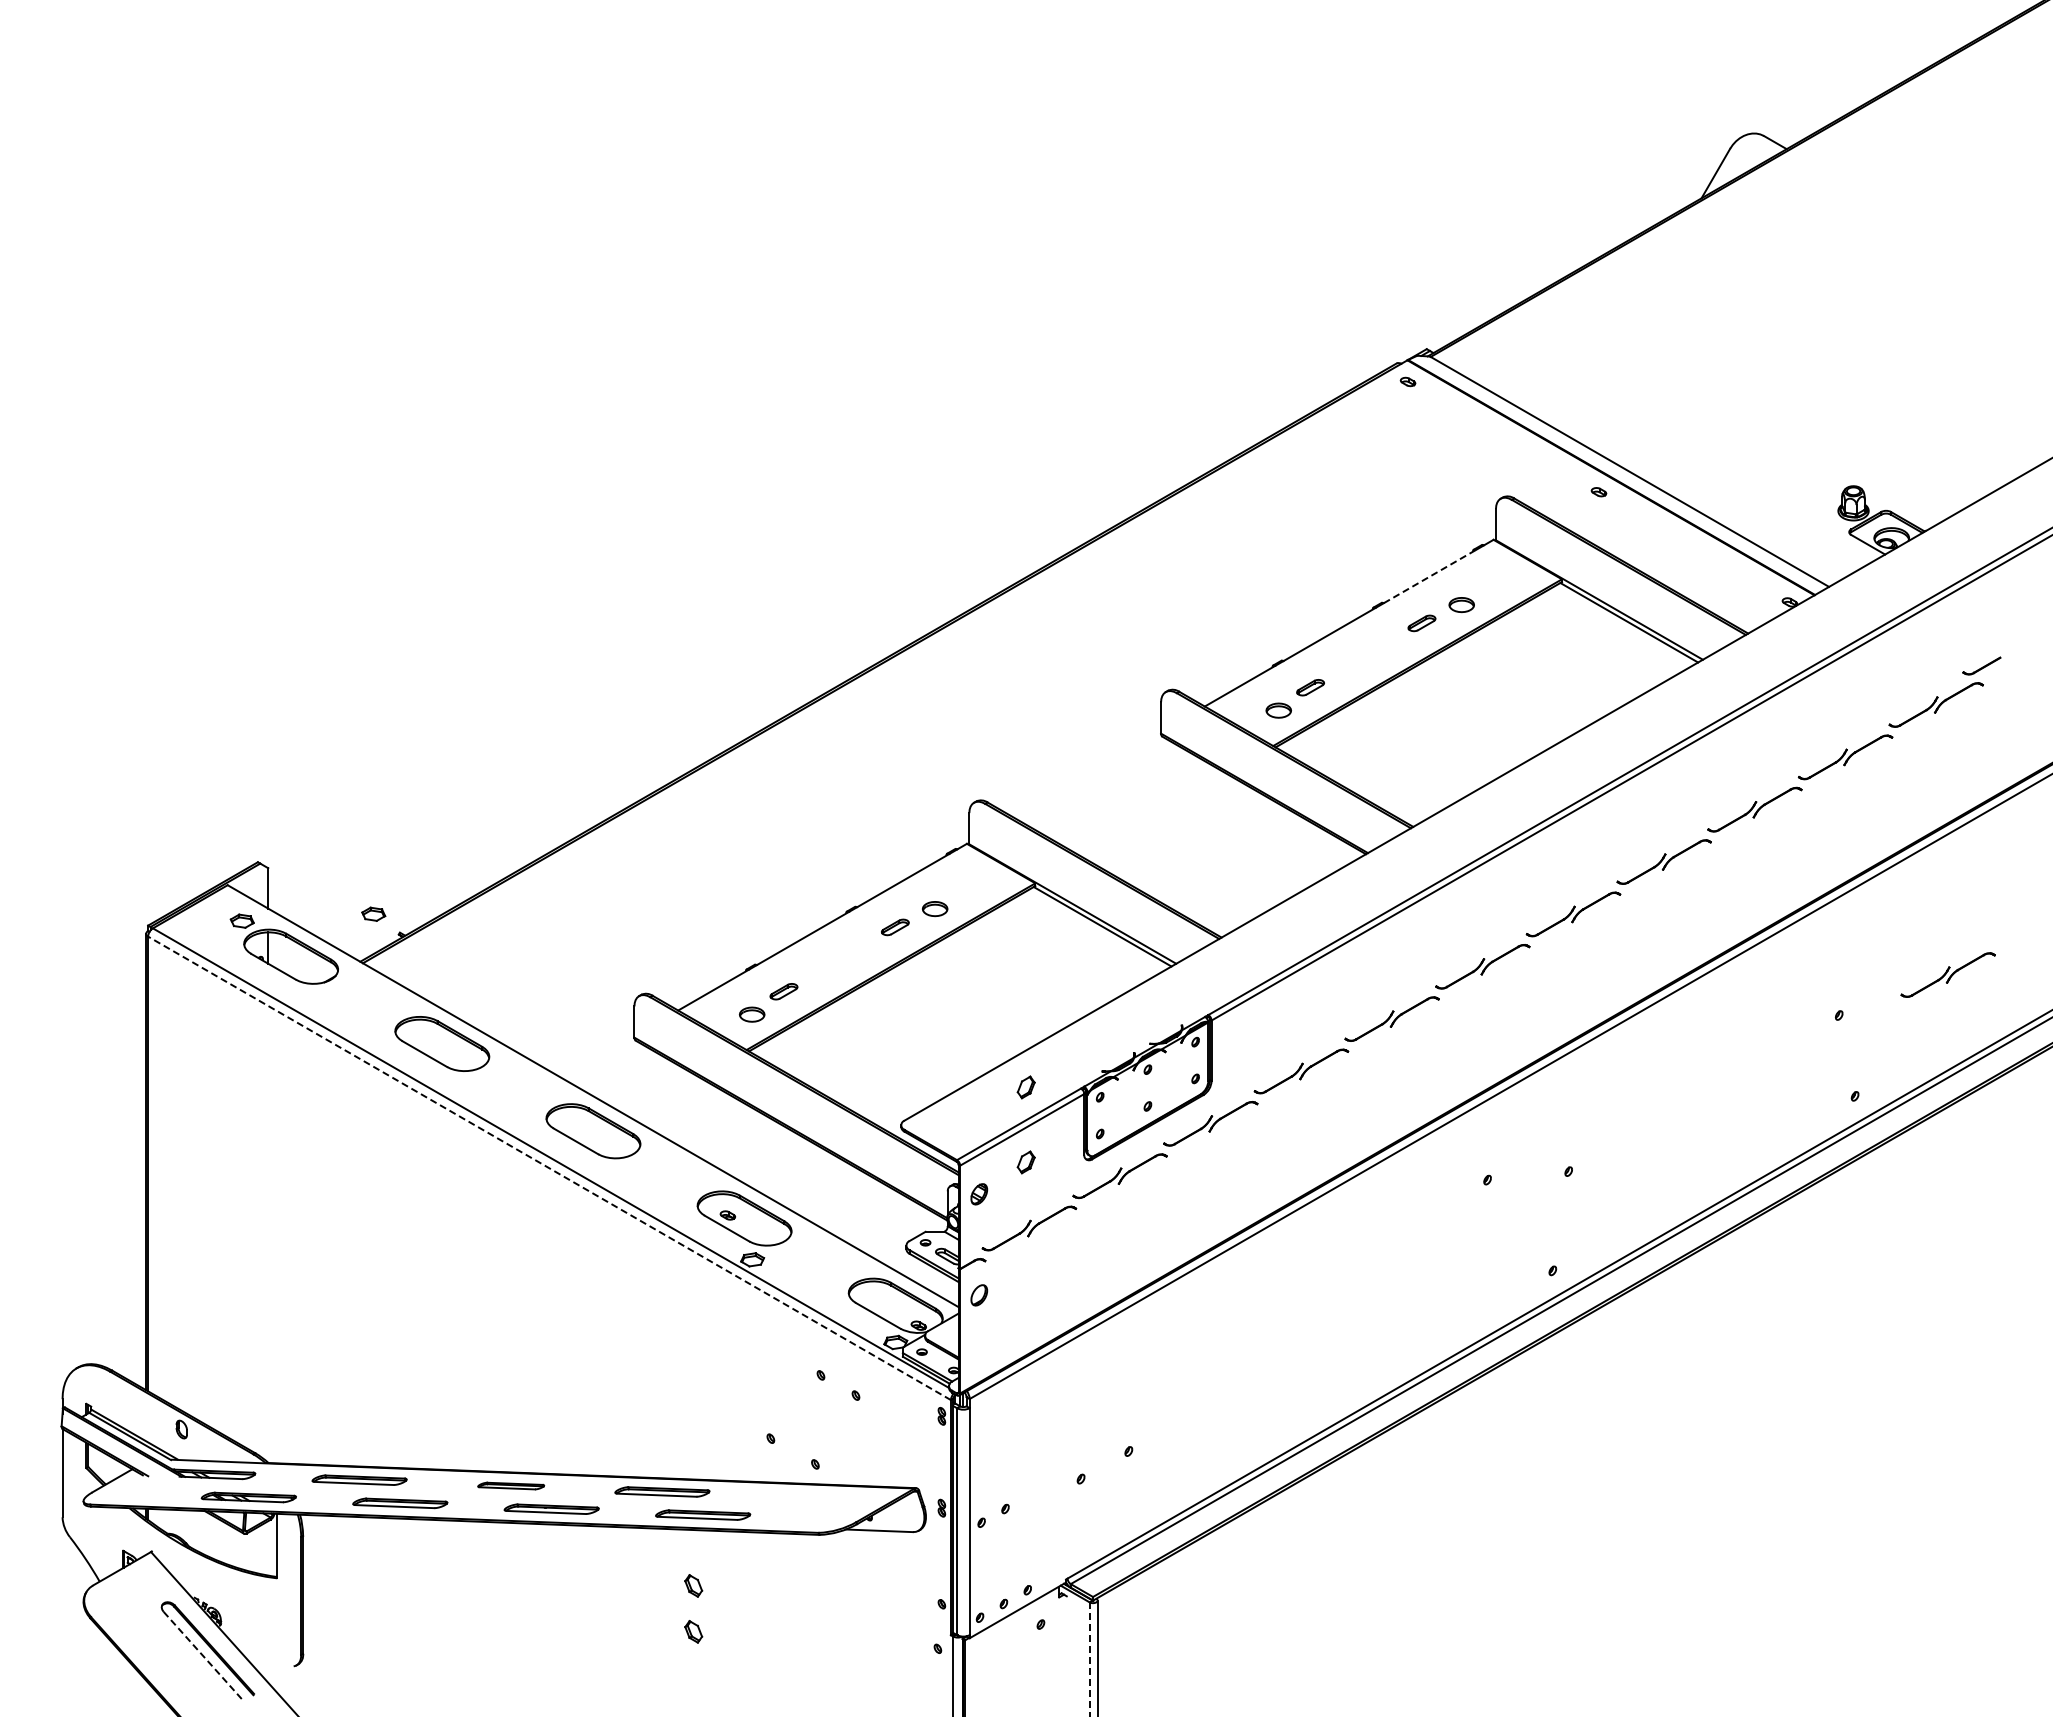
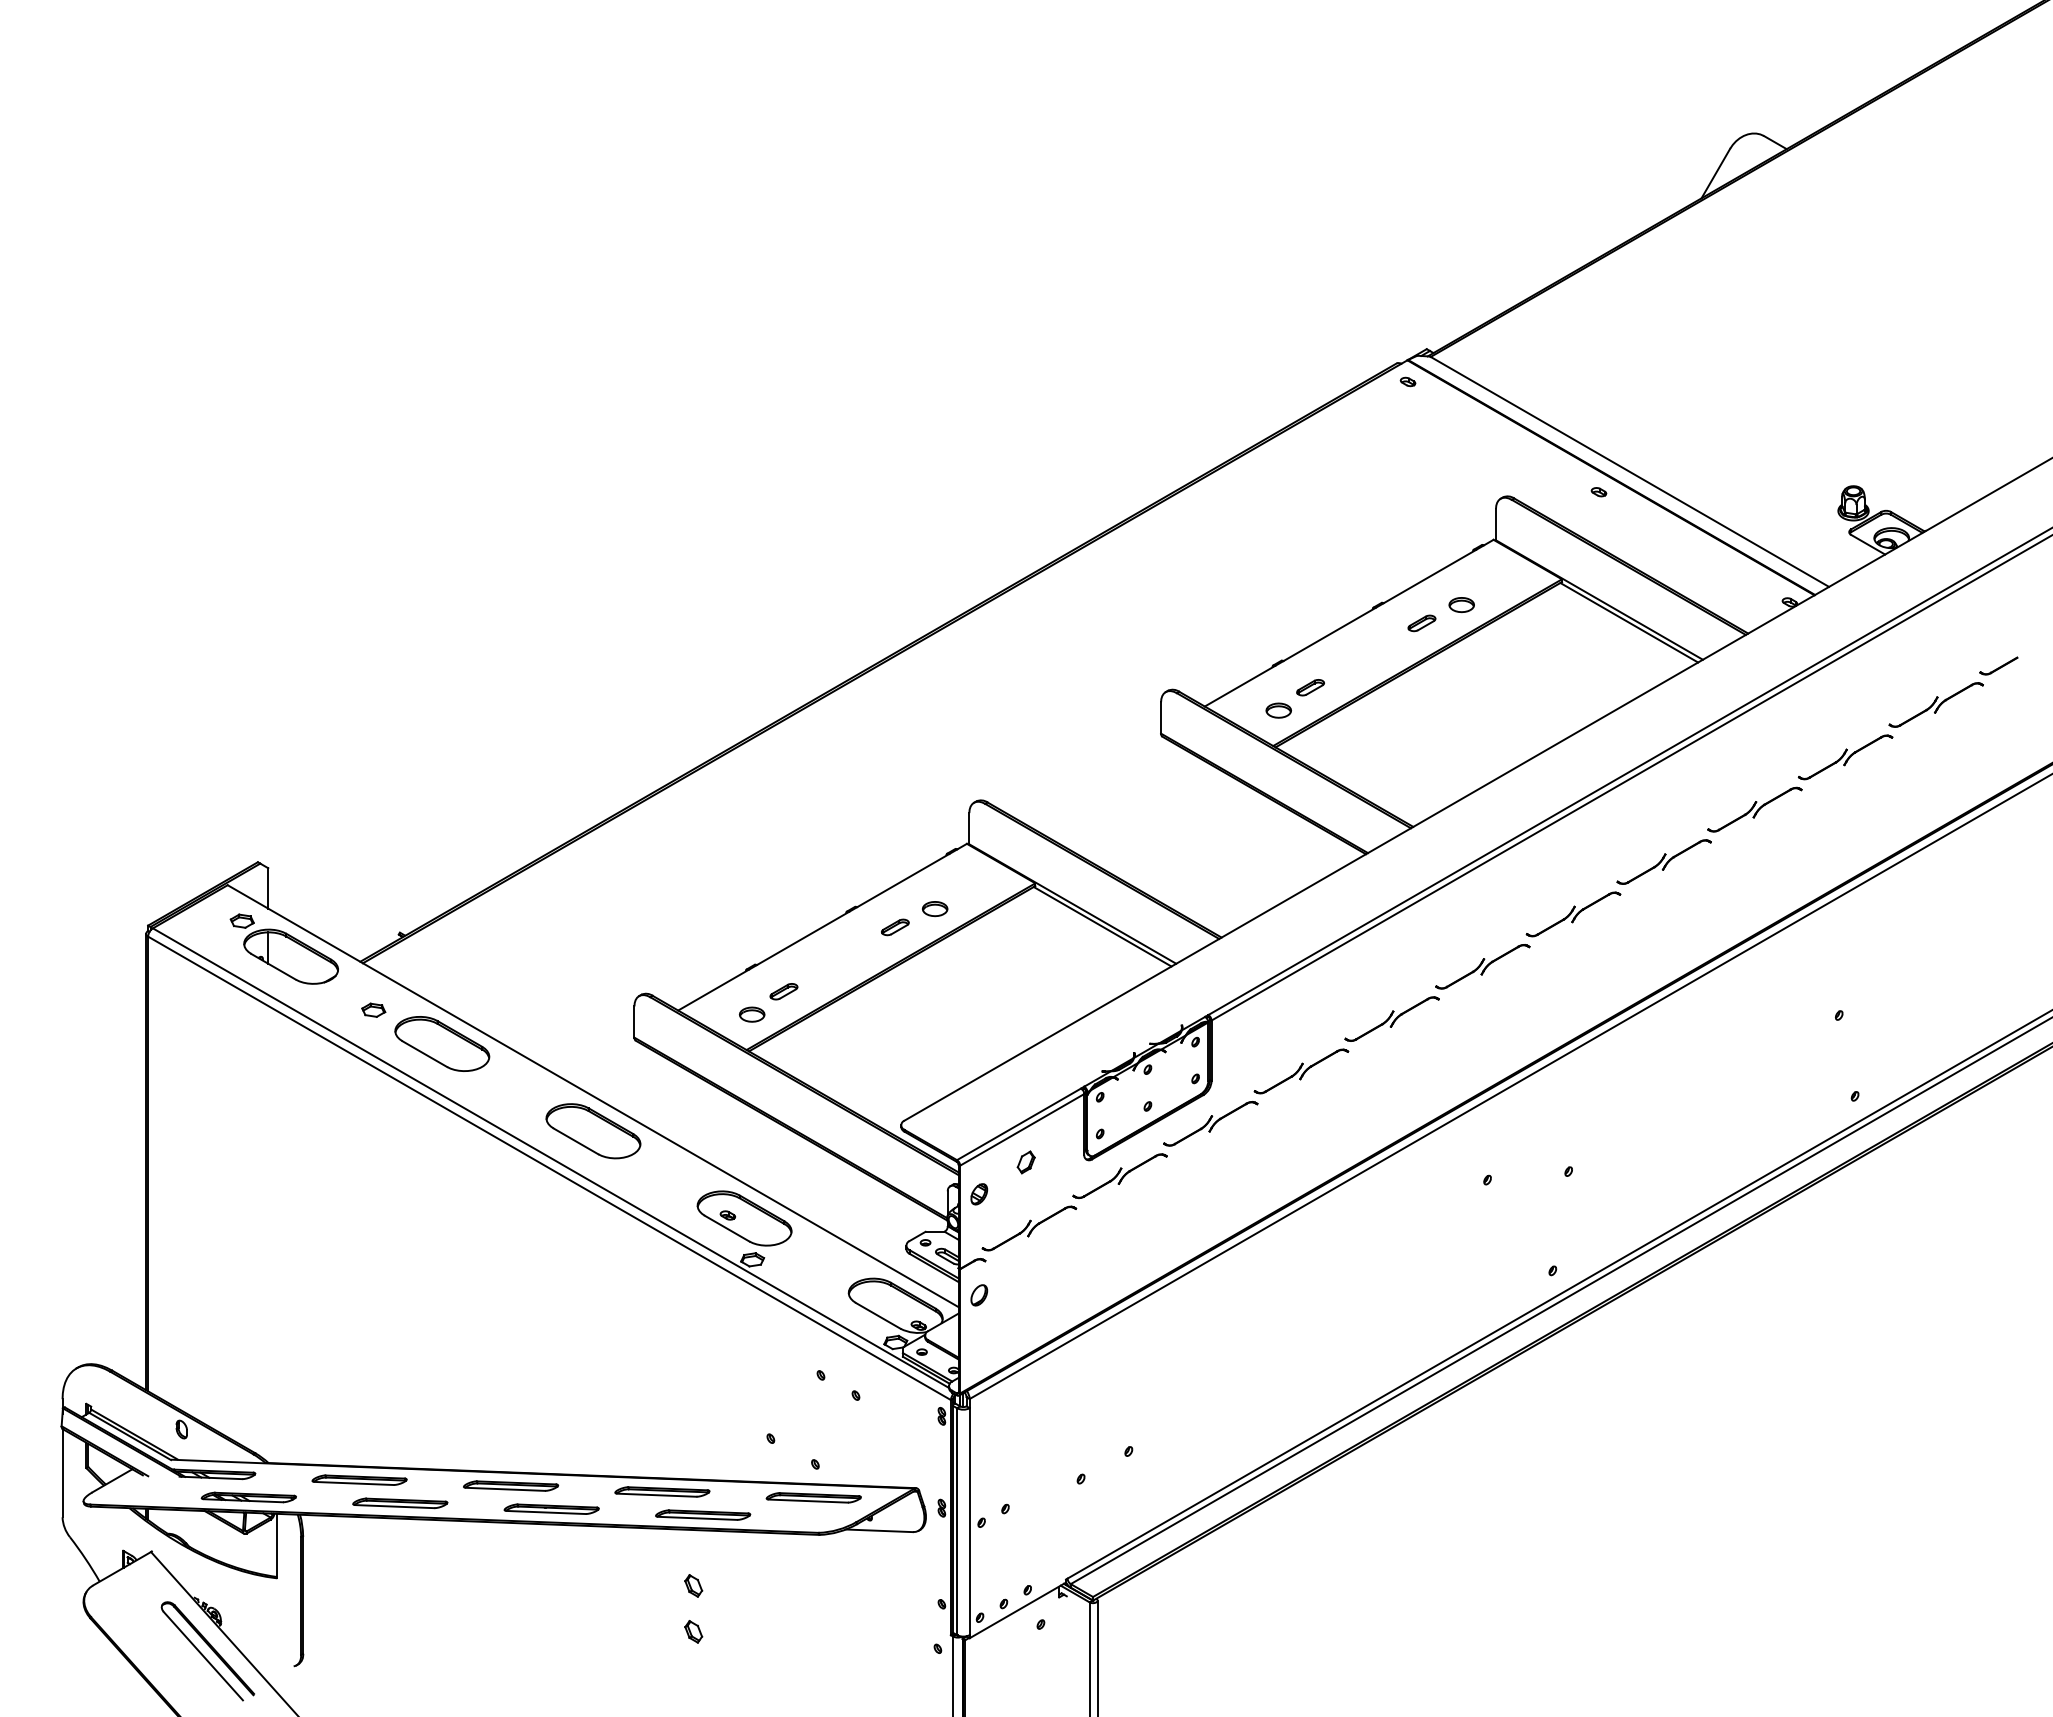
line at (1430, 576): dashed -> solid
part at (1981, 665) position: (1981, 665) -> (1998, 665)
part at (373, 913) position: (373, 913) -> (373, 1009)
part at (1947, 974): present -> none
part at (1025, 1087): present -> none
line at (549, 1168): dashed -> solid
part at (511, 1485) size: 69x10 px -> 97x12 px
part at (813, 1497): none -> present
line at (203, 1656): dashed -> solid
line at (1089, 1659): dashed -> solid
